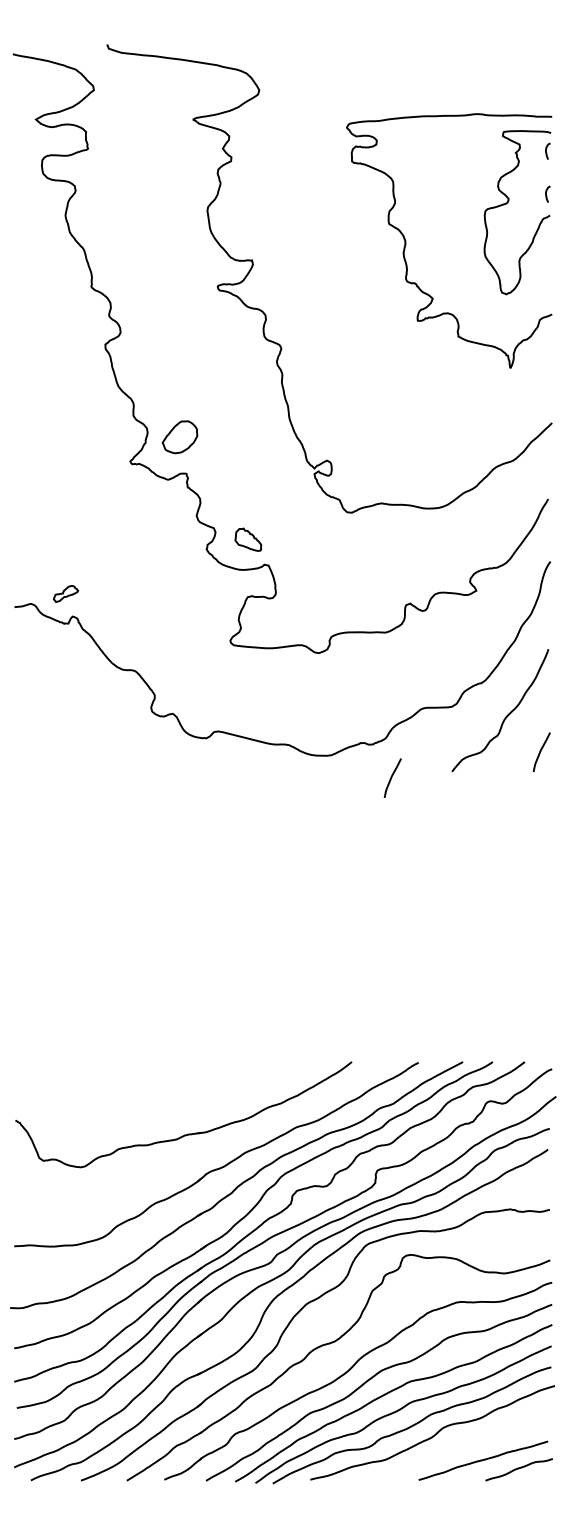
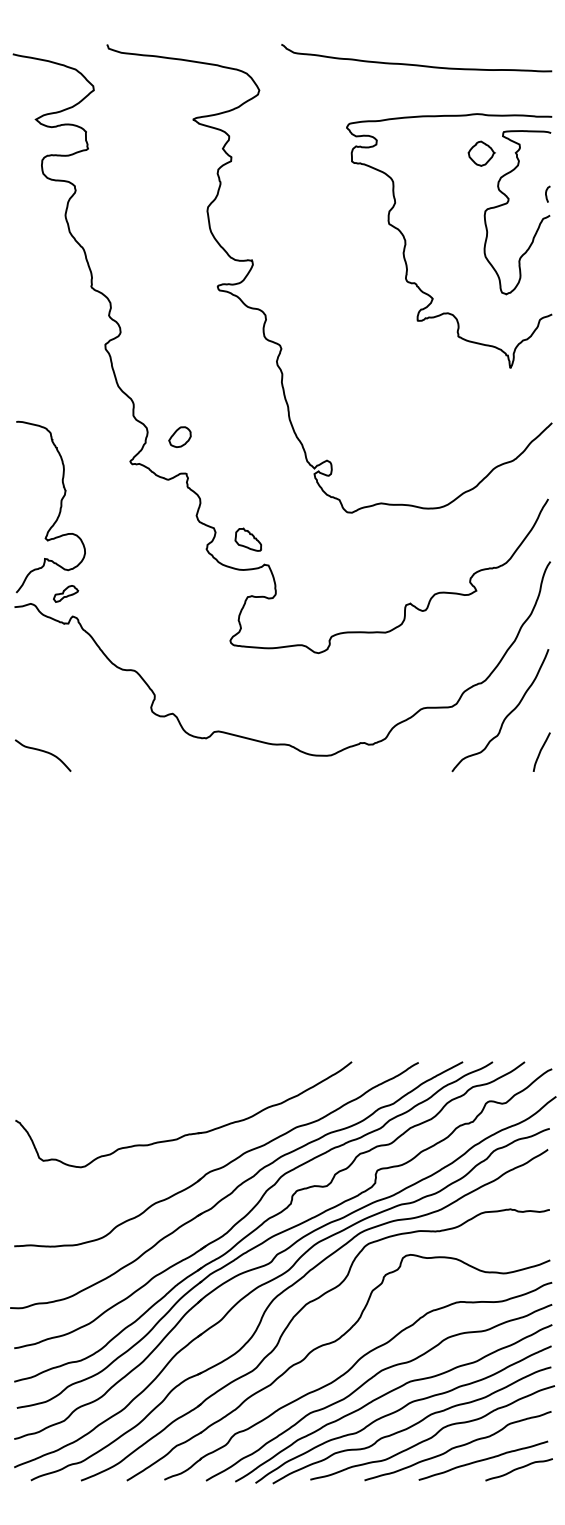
curve at (416, 64): none -> present
curve at (546, 150): present -> none
part at (481, 153): none -> present
part at (179, 437) size: 38x35 px -> 24x22 px
curve at (59, 508): none -> present
curve at (43, 752): none -> present
curve at (392, 777): present -> none
curve at (457, 1446): none -> present
